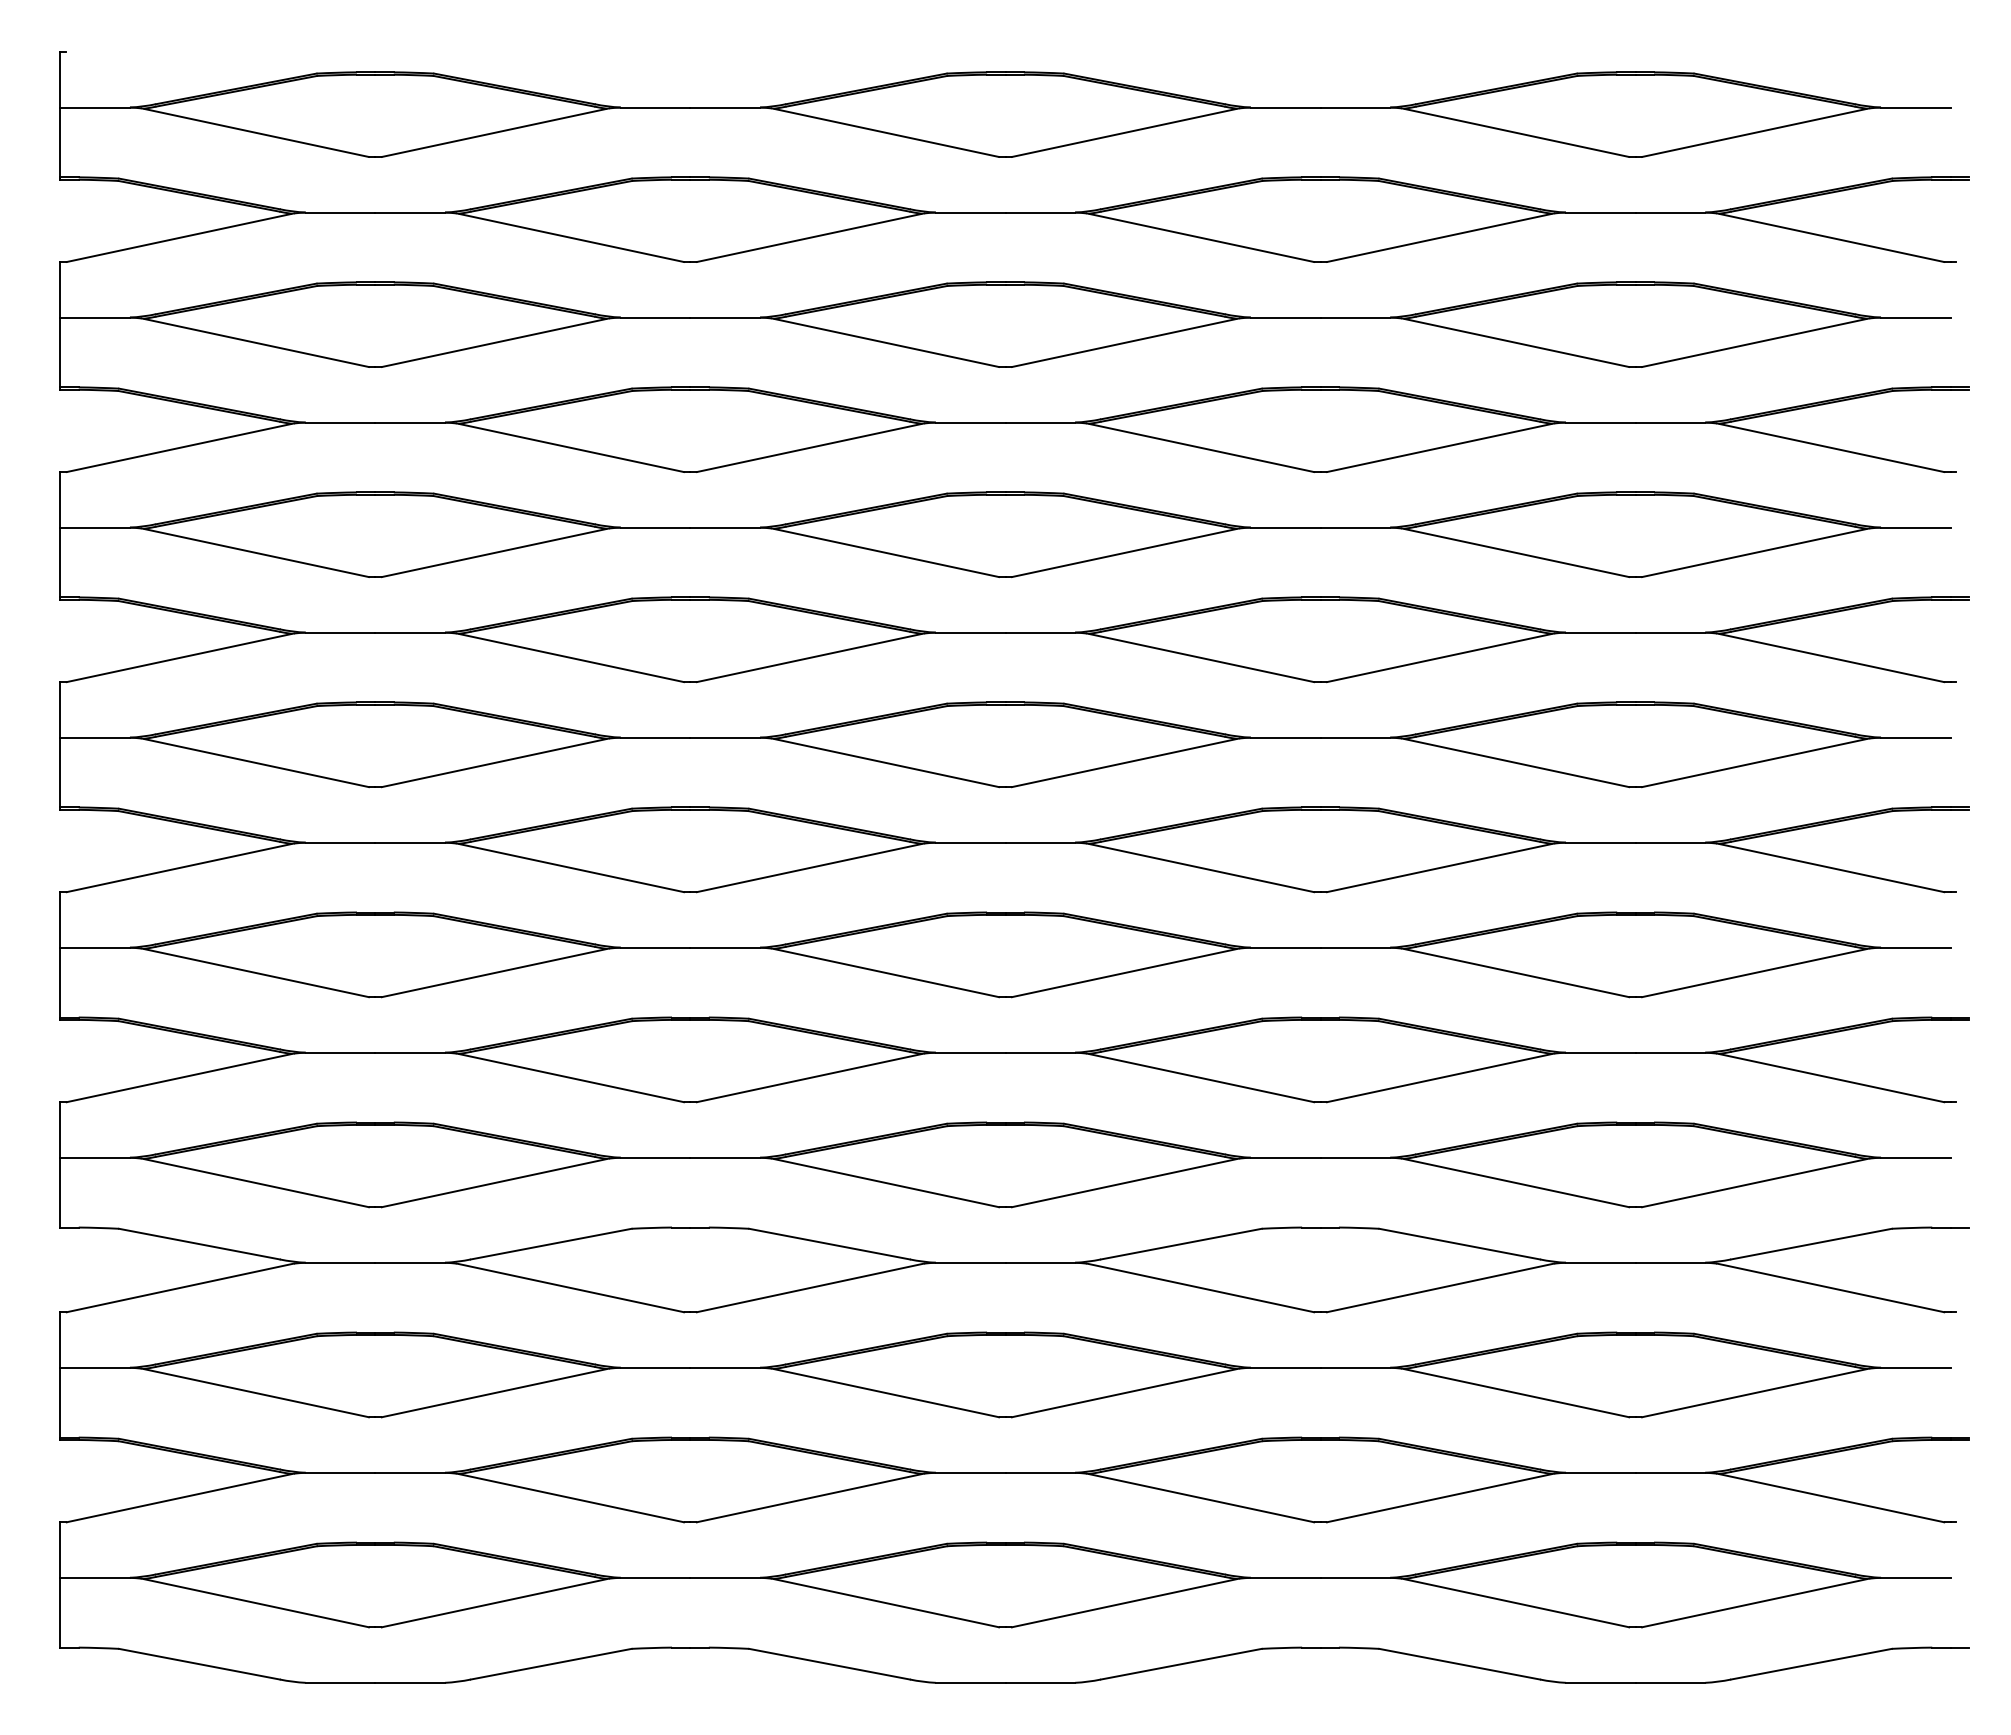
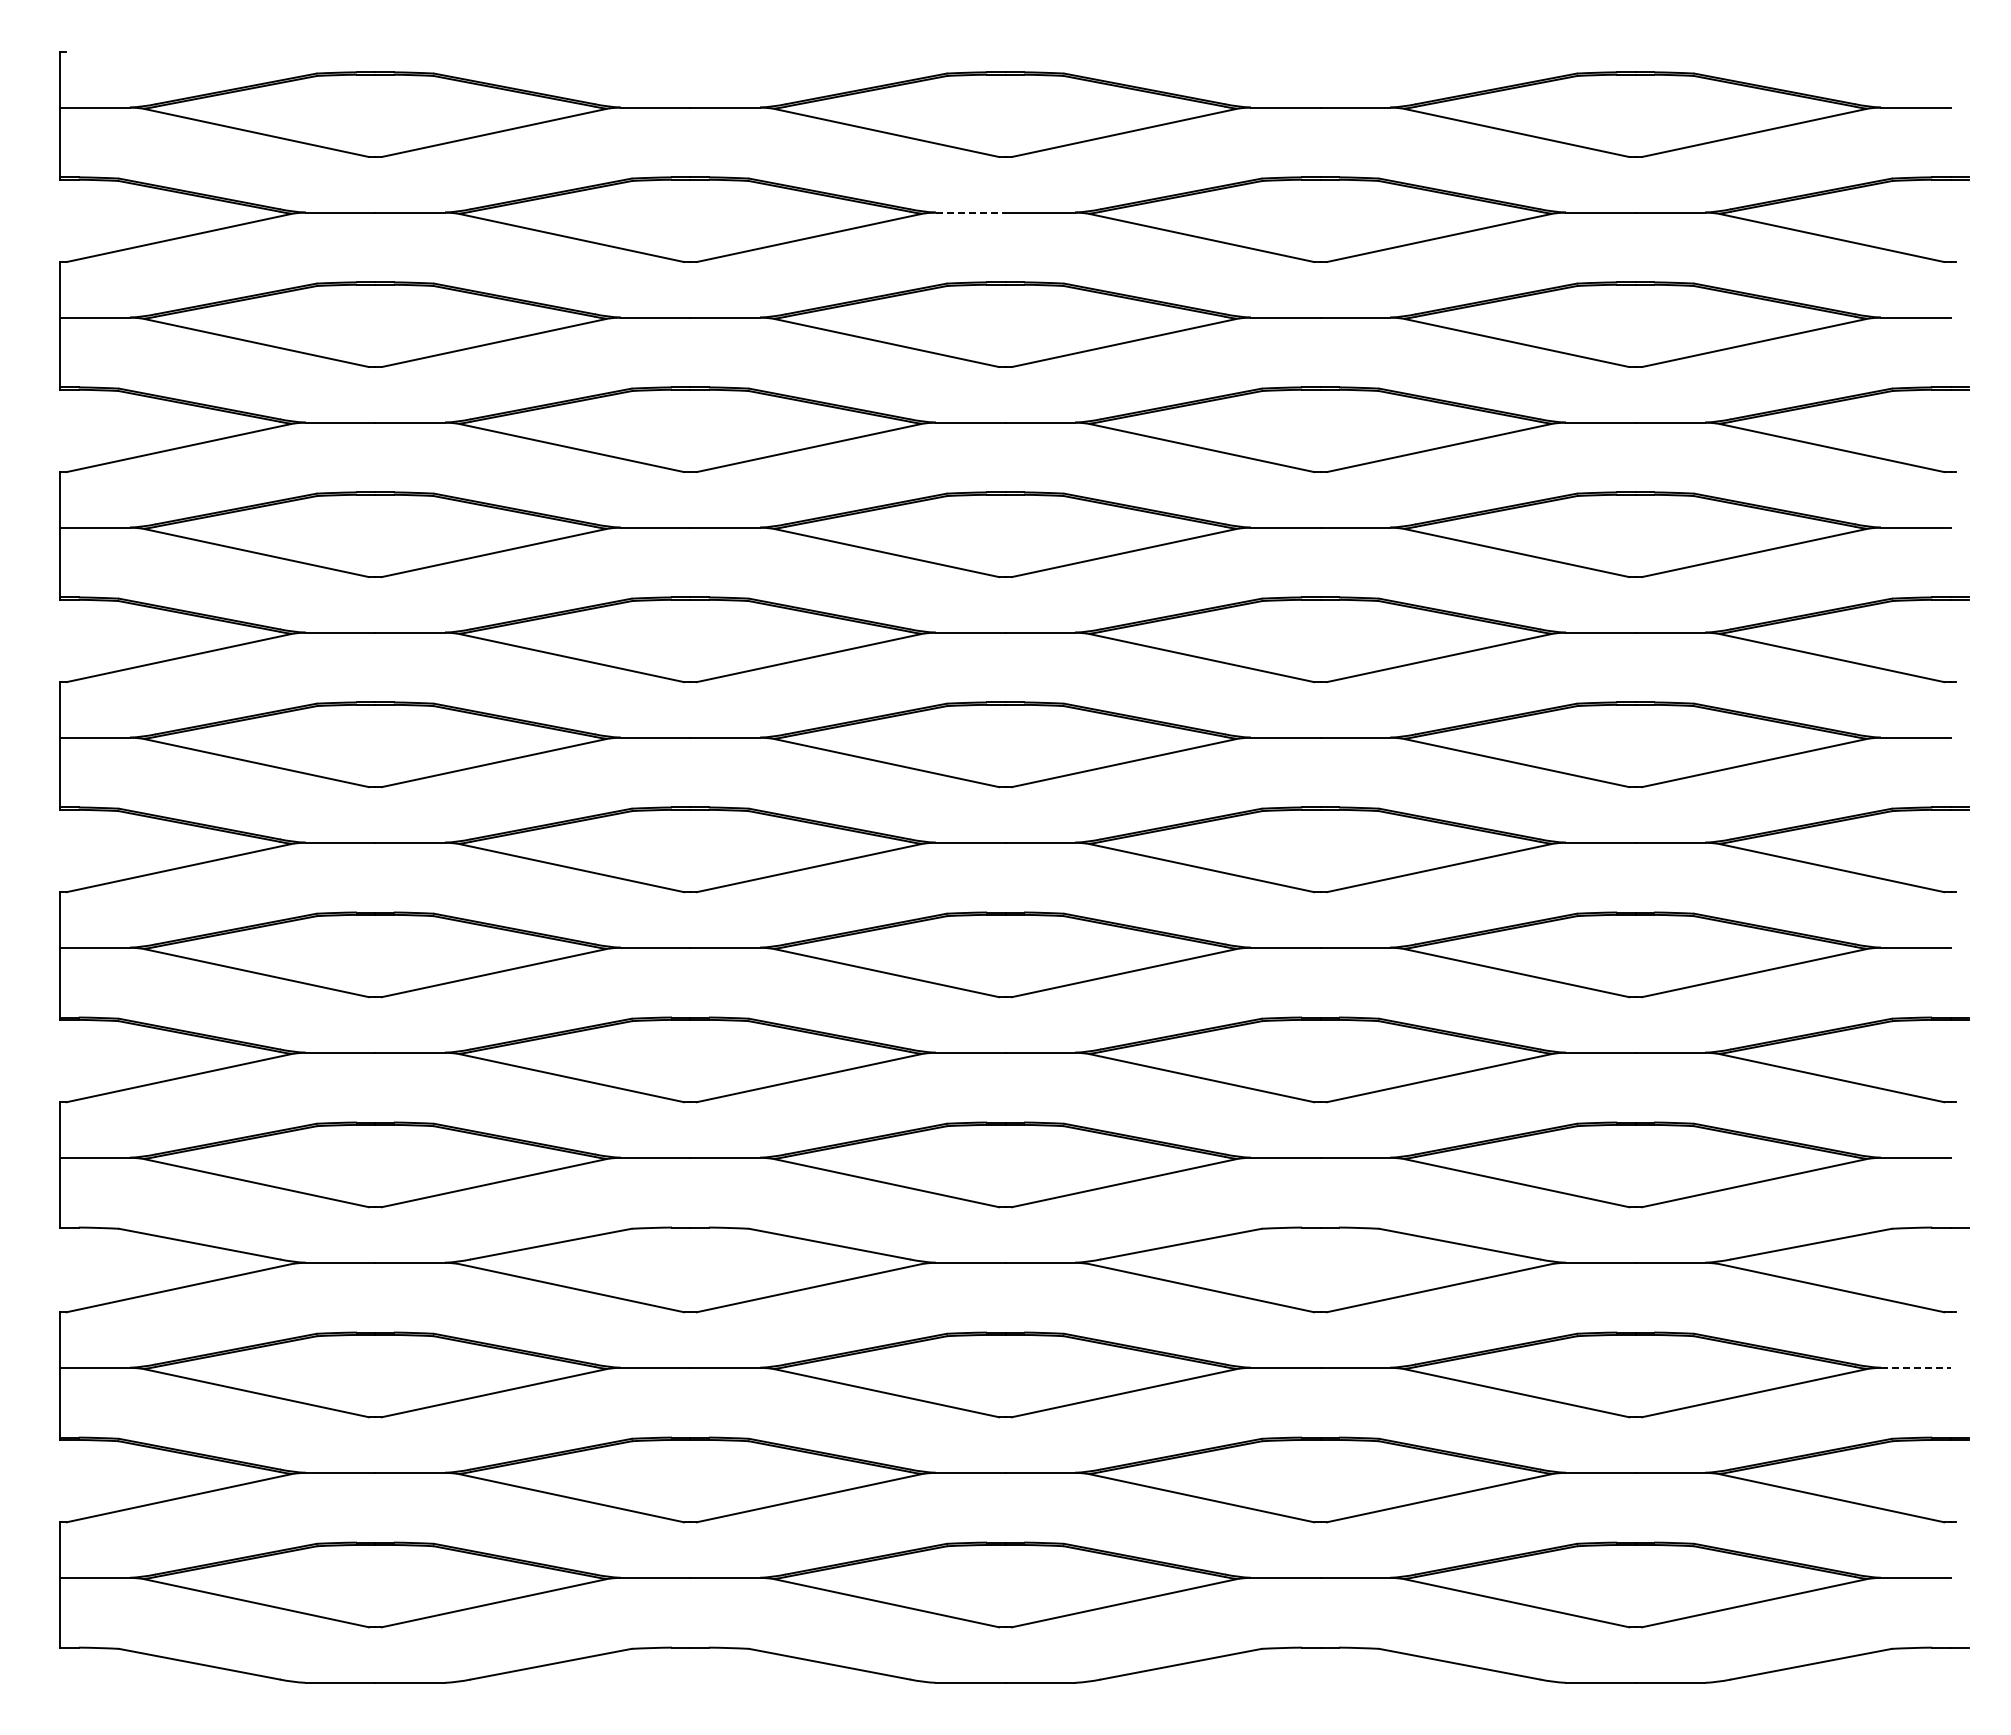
line at (970, 212): solid -> dashed
line at (1915, 1367): solid -> dashed
